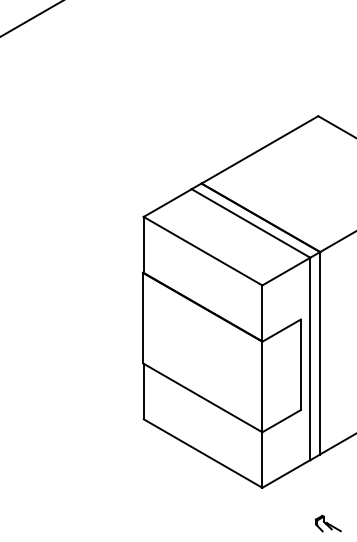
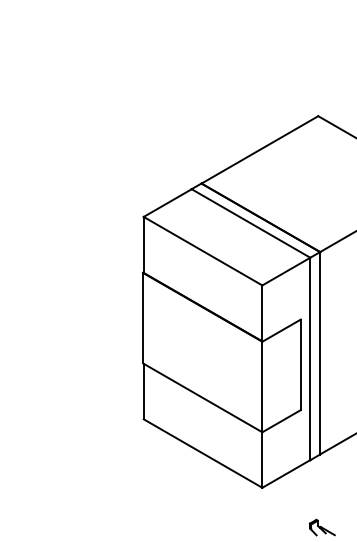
line at (31, 18): present -> none
part at (327, 523) position: (327, 523) -> (321, 527)
